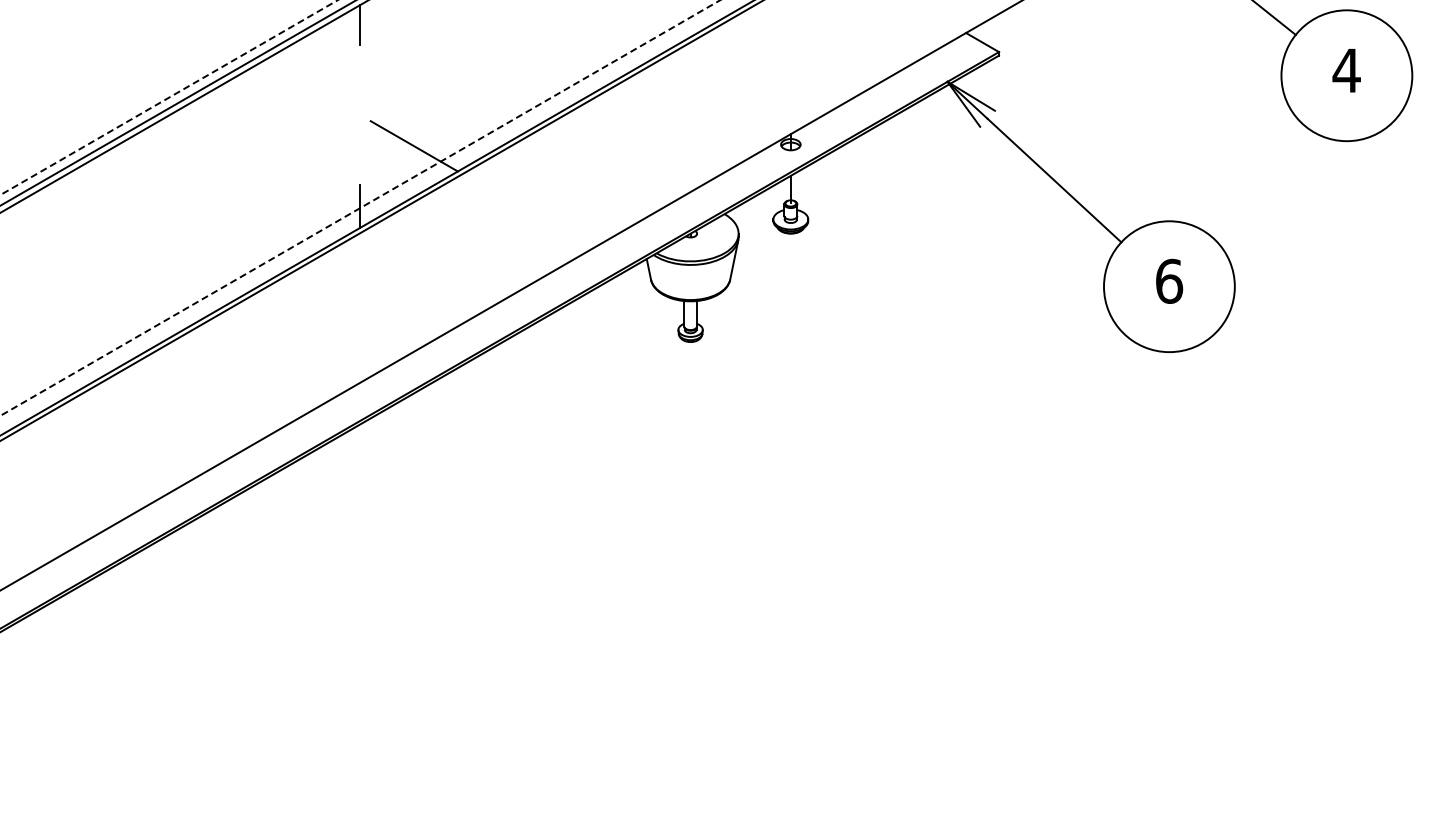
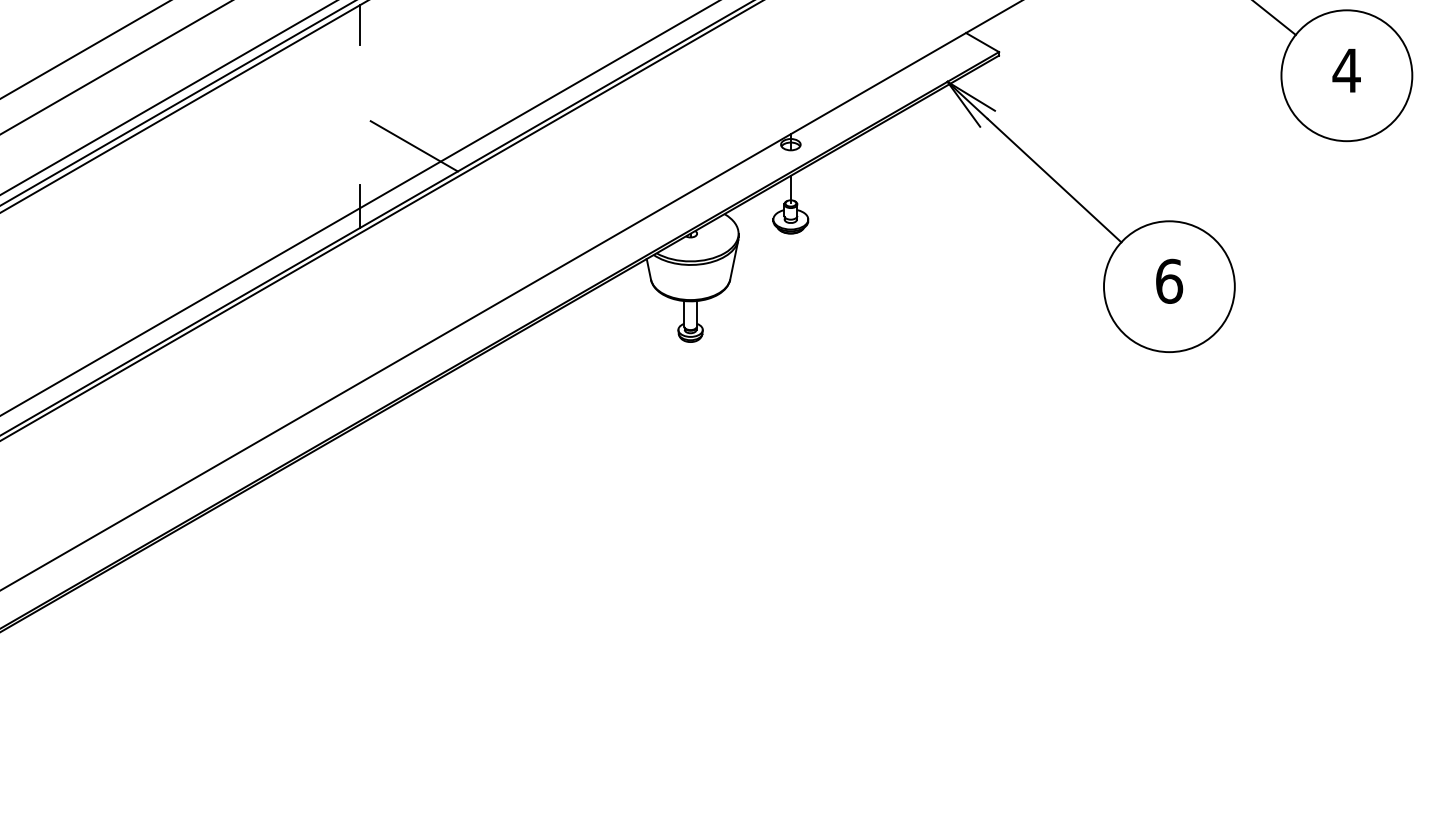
line at (85, 49): none -> present
line at (115, 67): none -> present
line at (169, 97): dashed -> solid
line at (360, 207): dashed -> solid
